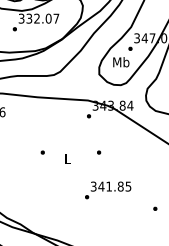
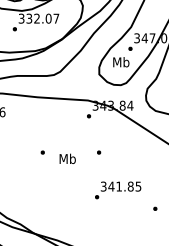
text at (67, 158): L -> Mb
text at (108, 190) position: (108, 190) -> (118, 190)
